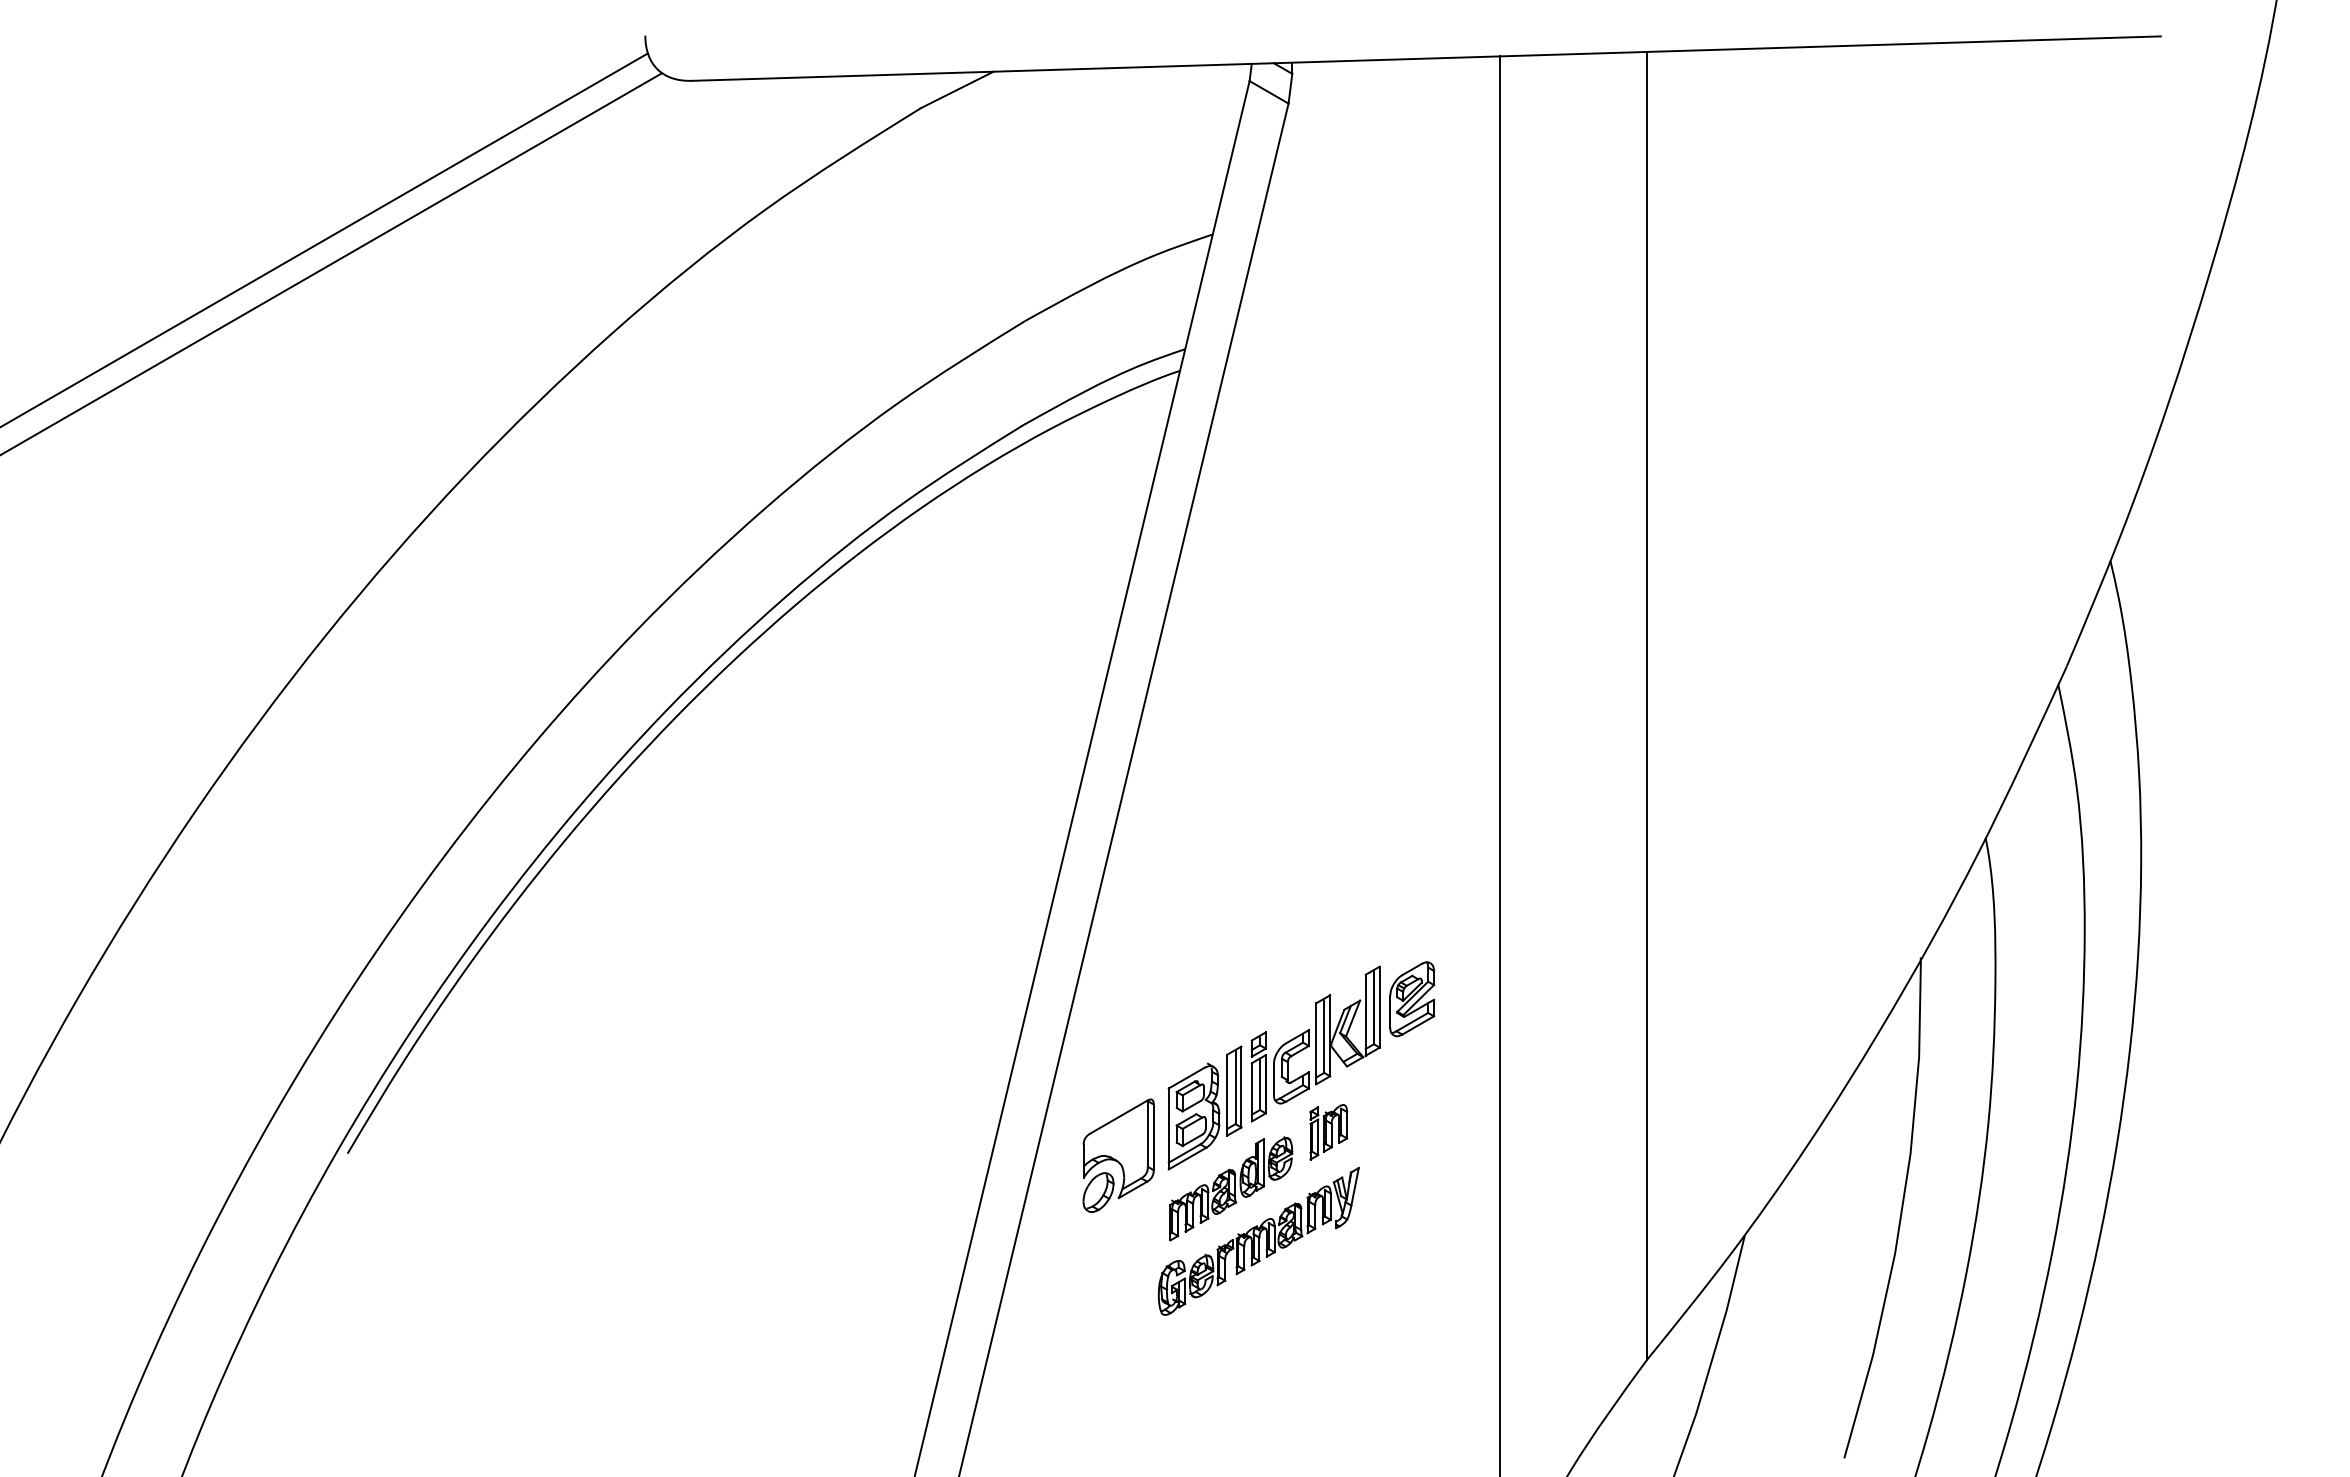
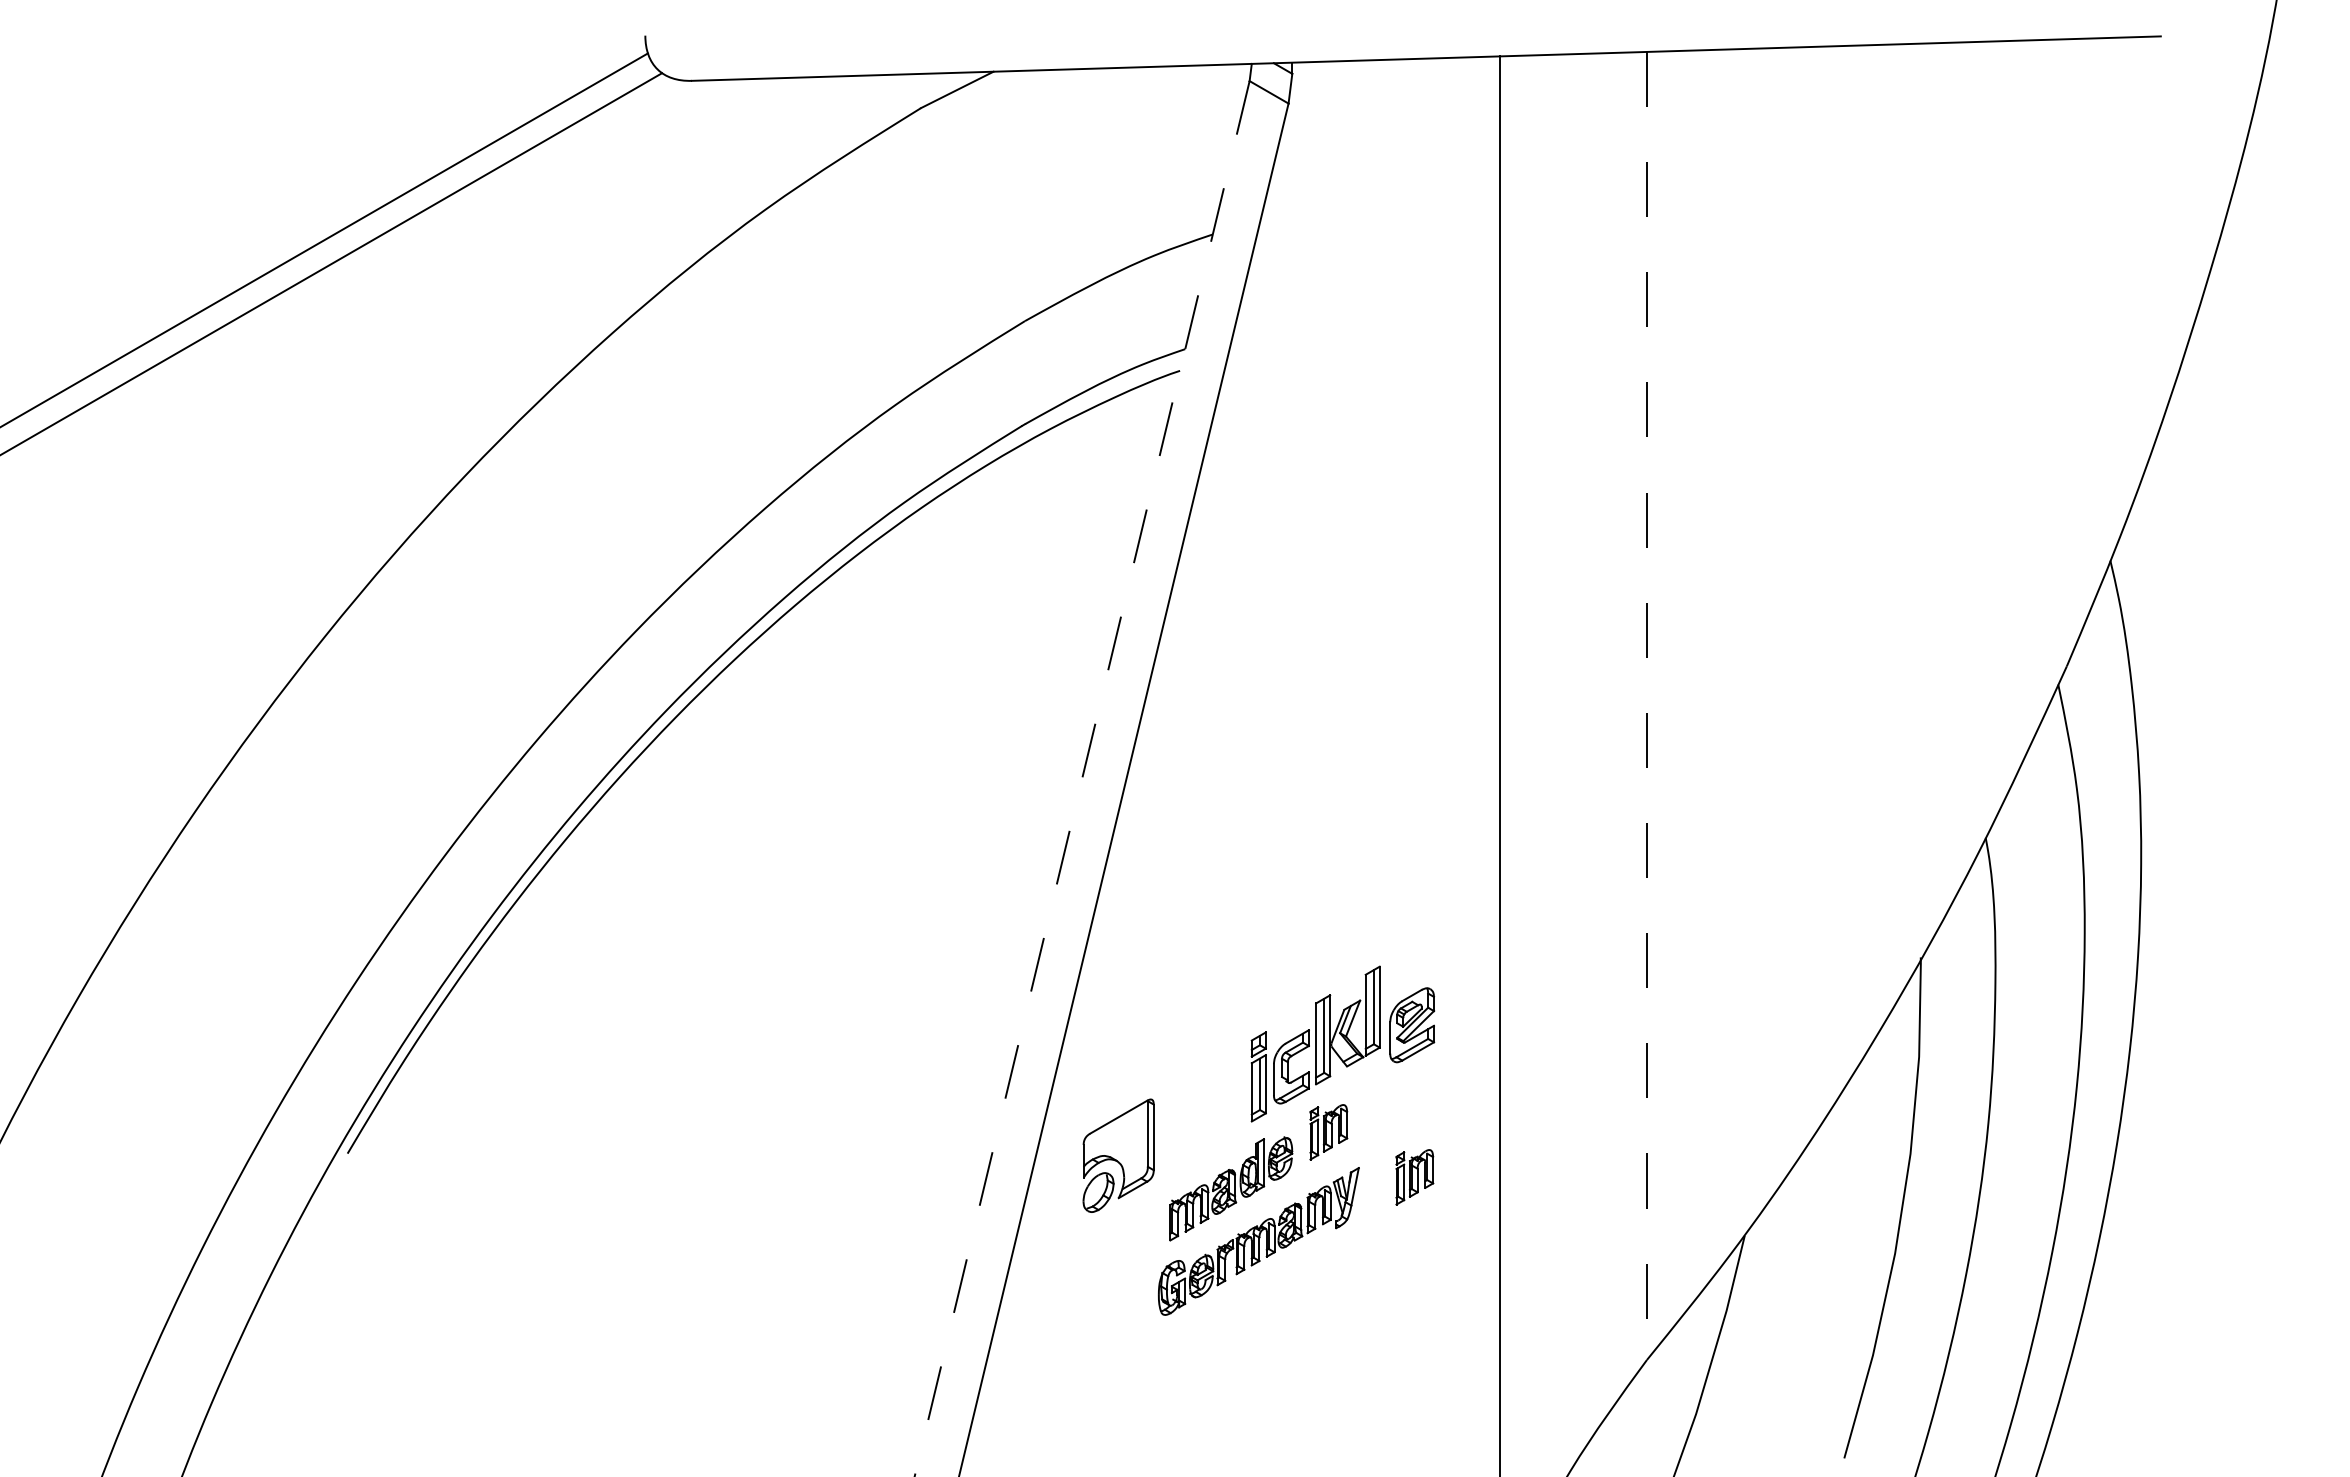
line at (1647, 705): solid -> dashed
line at (1082, 779): solid -> dashed
part at (1412, 999) position: (1412, 999) -> (1412, 1025)
part at (1204, 1107): present -> none
part at (1414, 1177): none -> present
